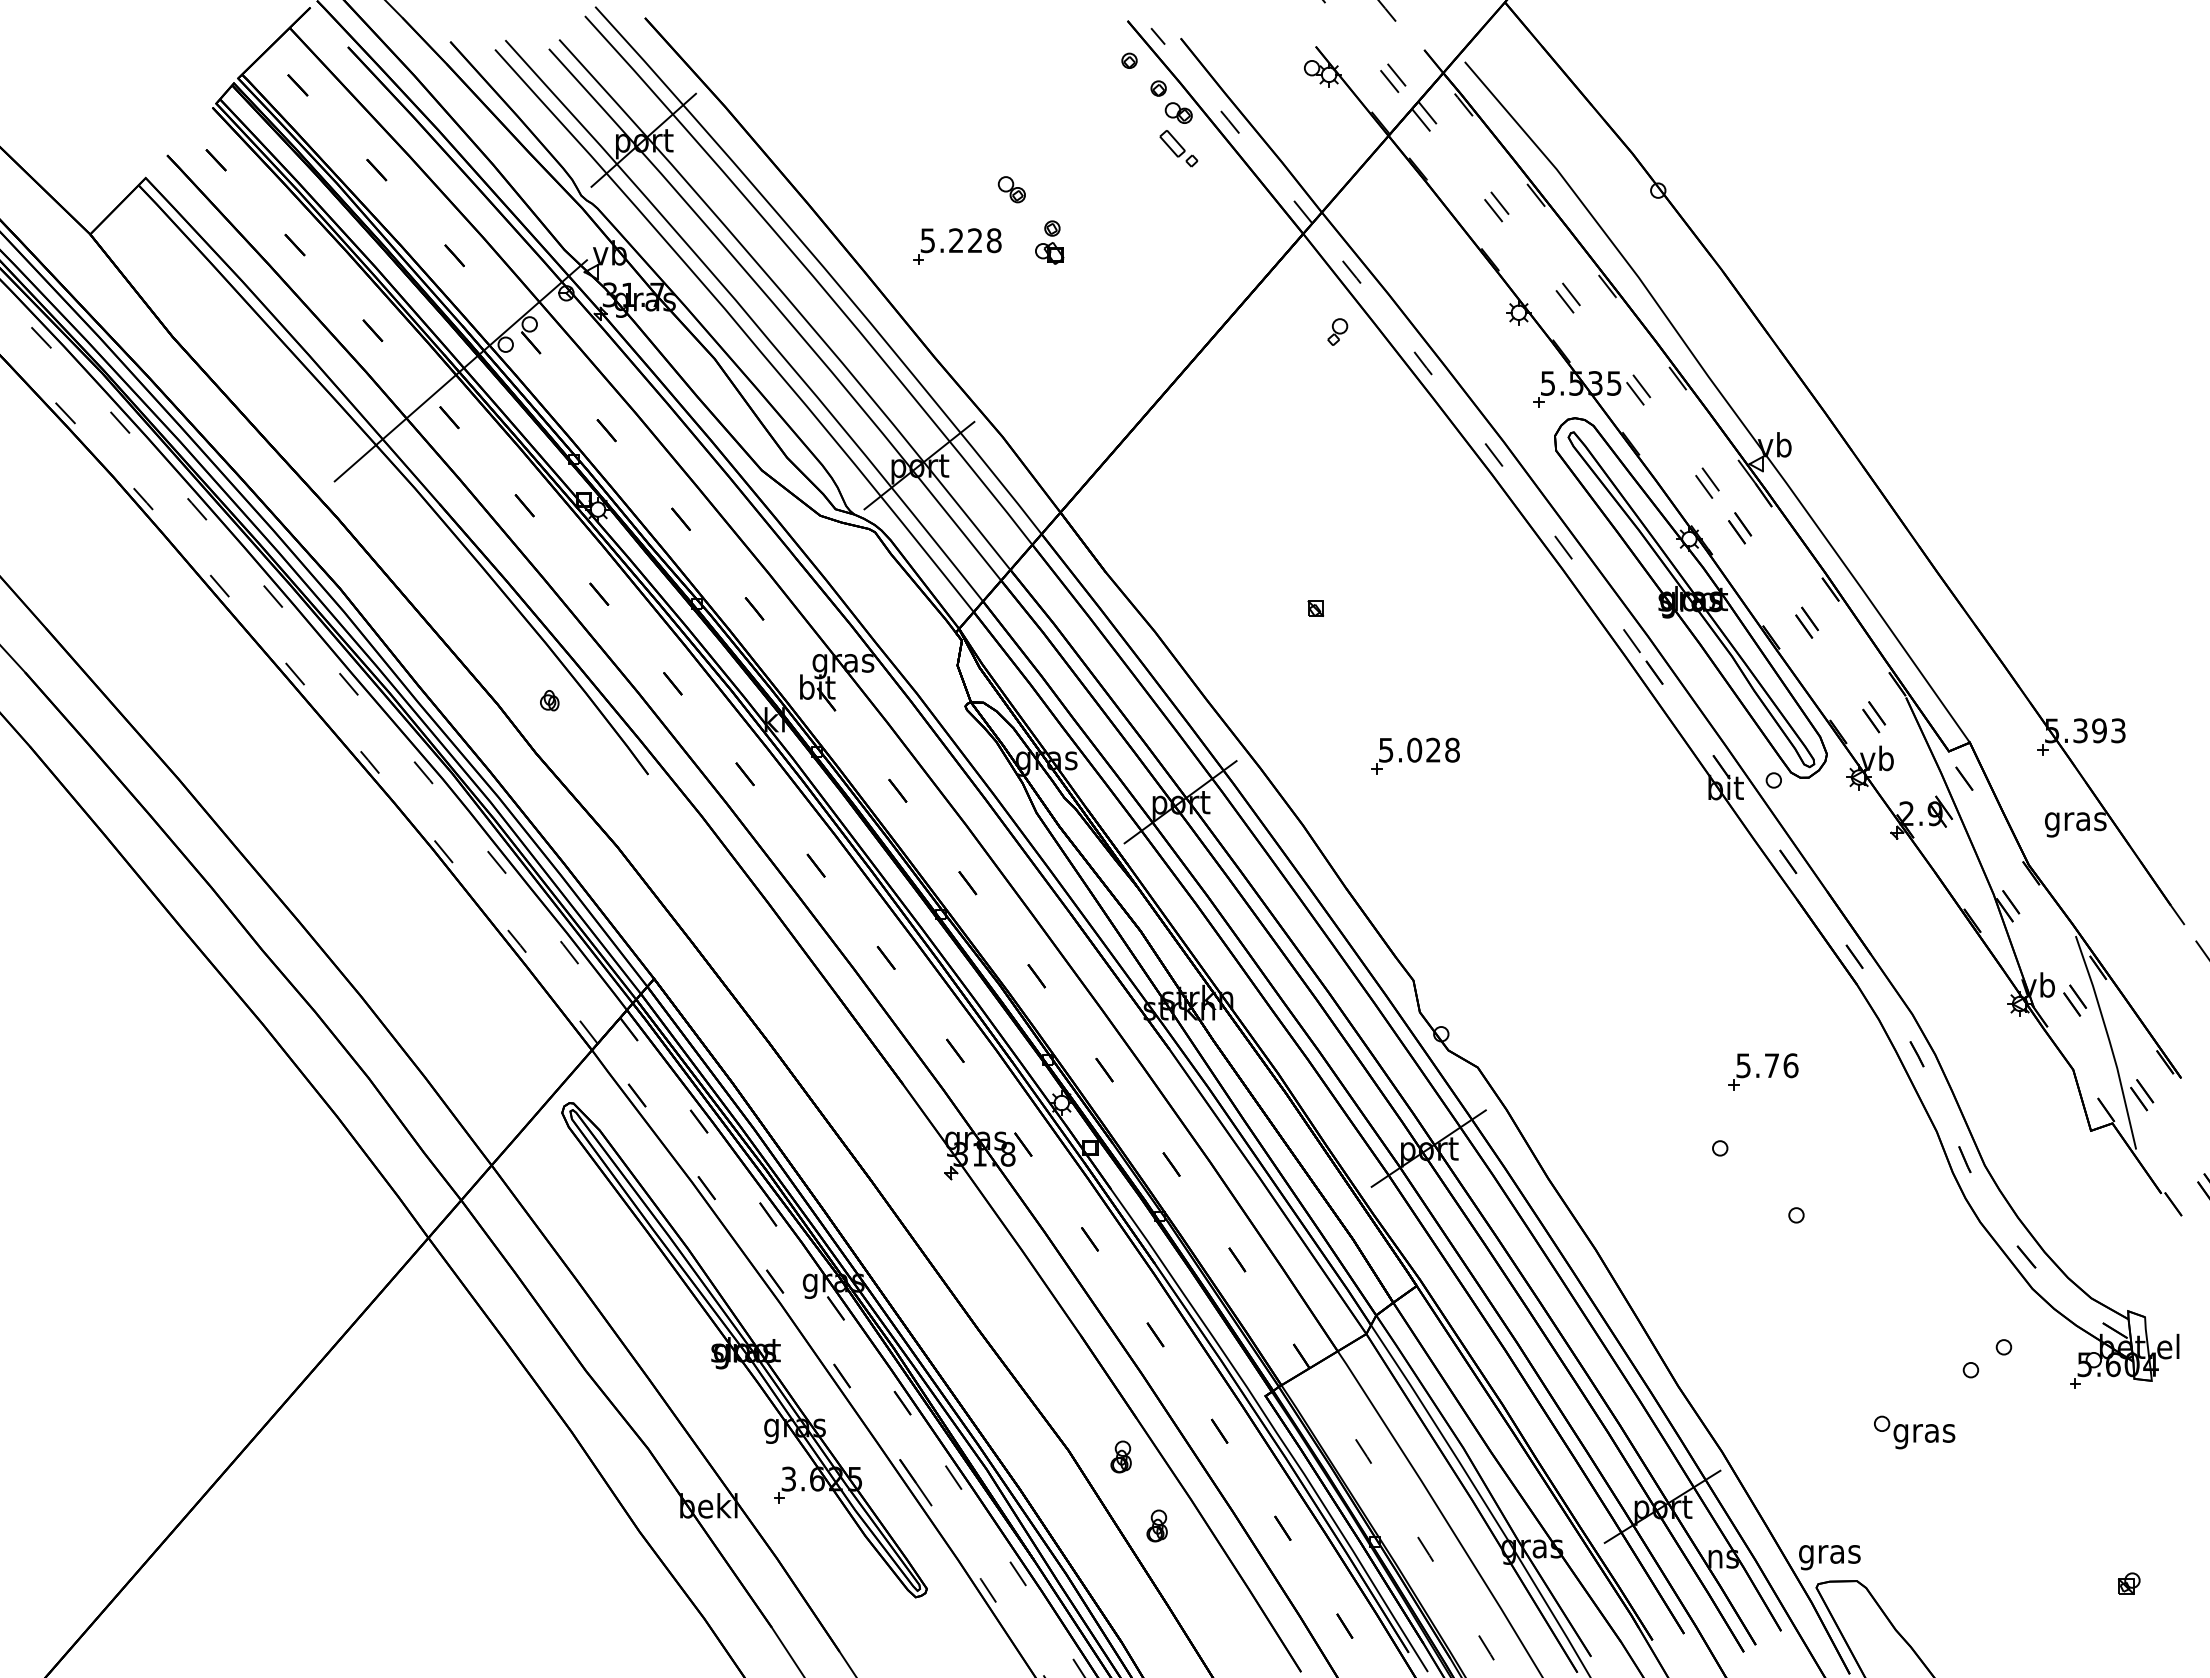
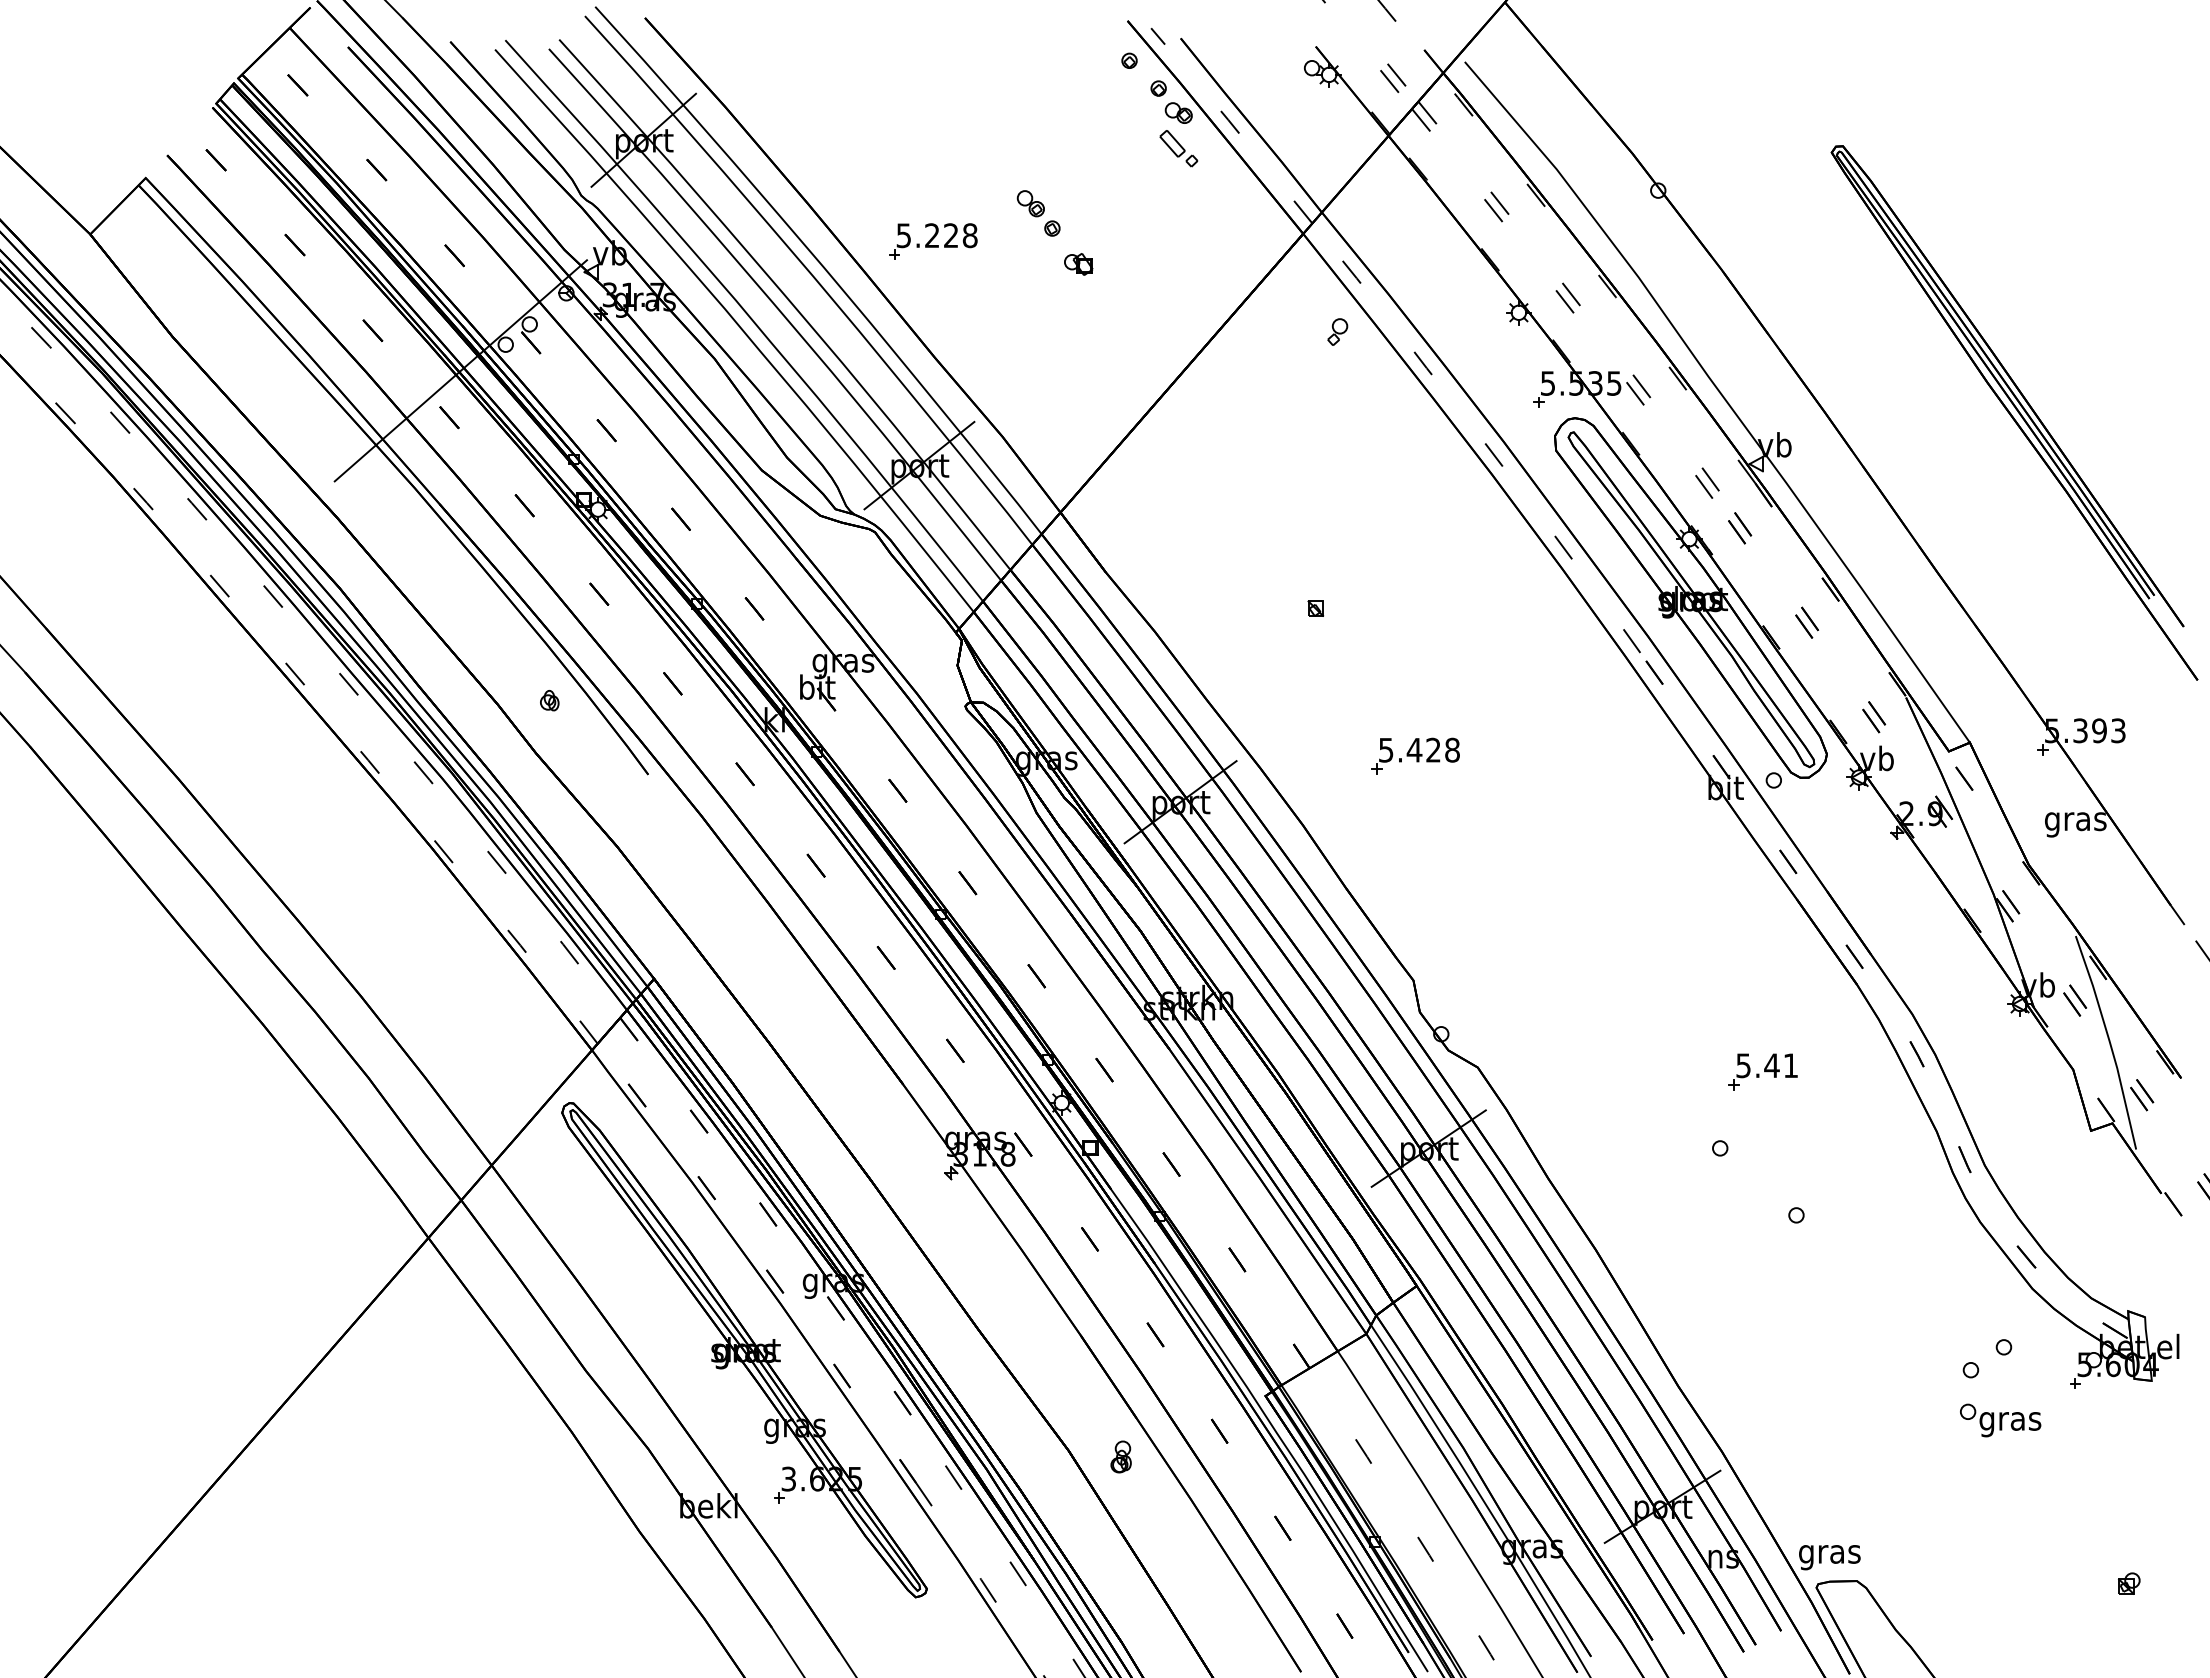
part at (1011, 189) position: (1011, 189) -> (1030, 203)
part at (957, 246) position: (957, 246) -> (933, 241)
part at (1049, 253) position: (1049, 253) -> (1078, 264)
part at (2014, 412): none -> present
text at (1414, 749): 5.028 -> 5.428
text at (1781, 1065): 5.76 -> 5.41
part at (1914, 1432) position: (1914, 1432) -> (2000, 1420)
part at (1156, 1525): present -> none
